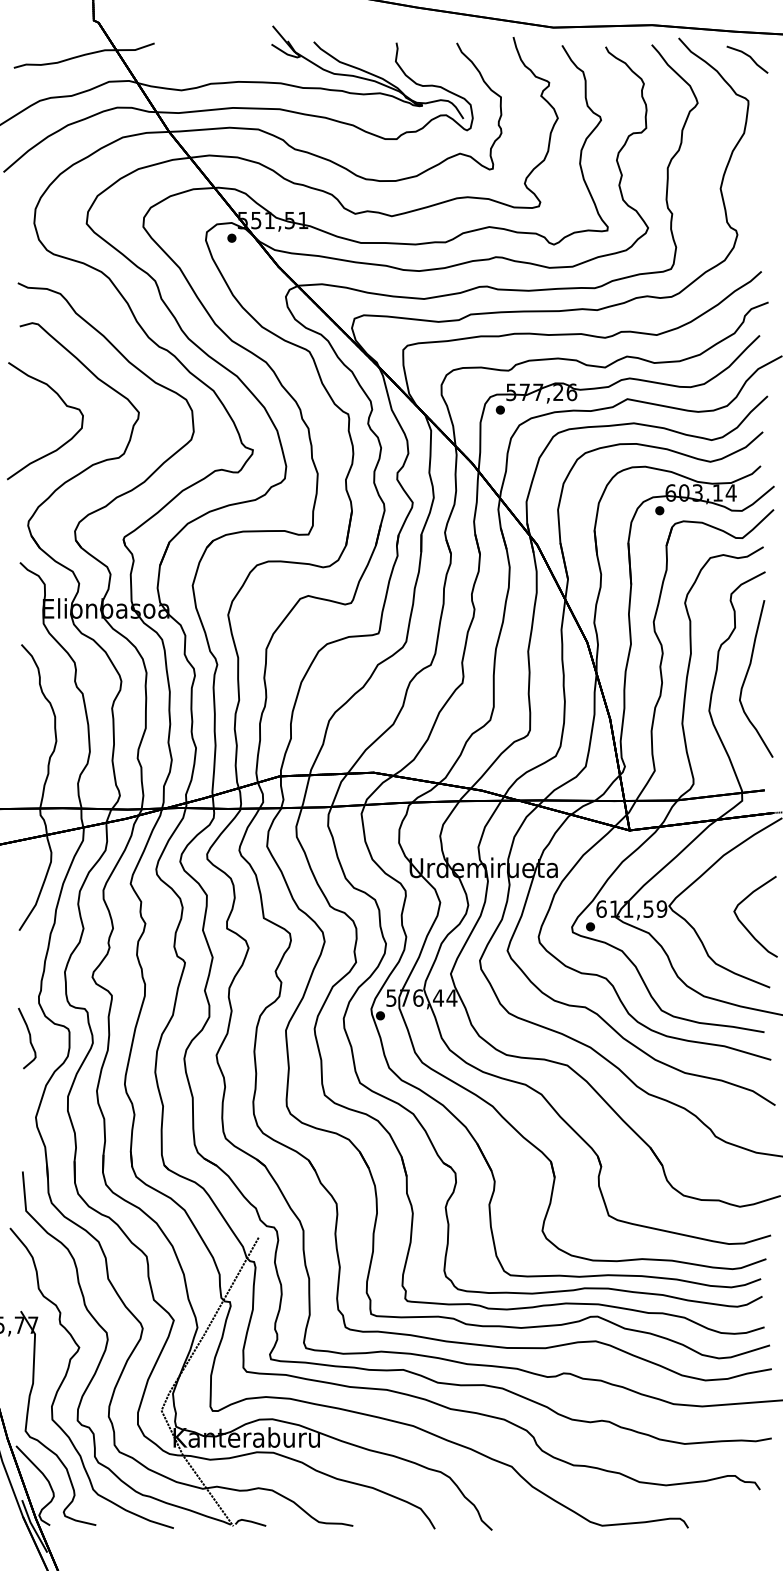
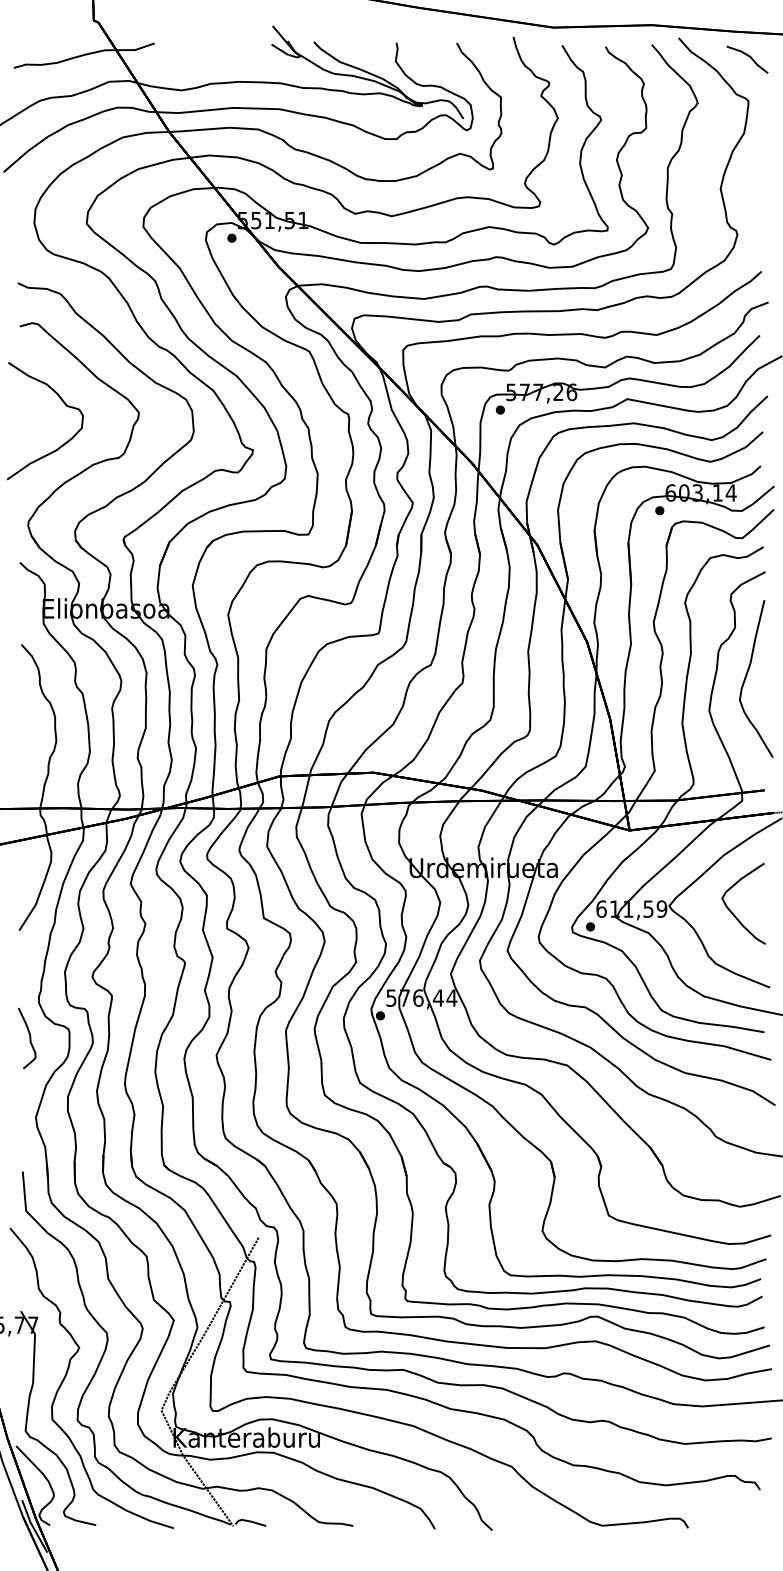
curve at (743, 923) position: (743, 923) -> (731, 910)
